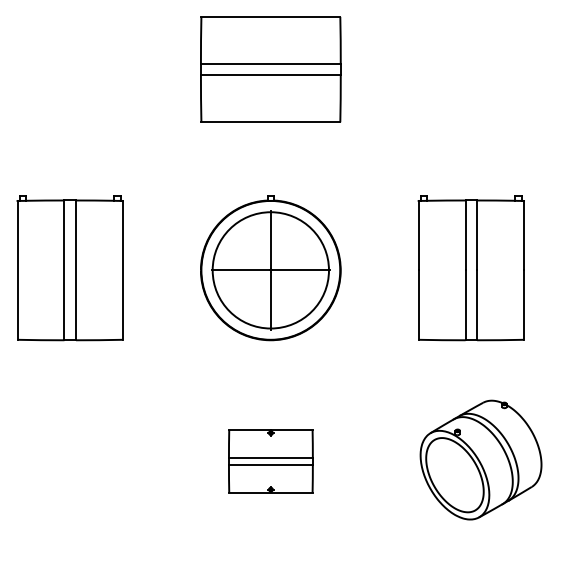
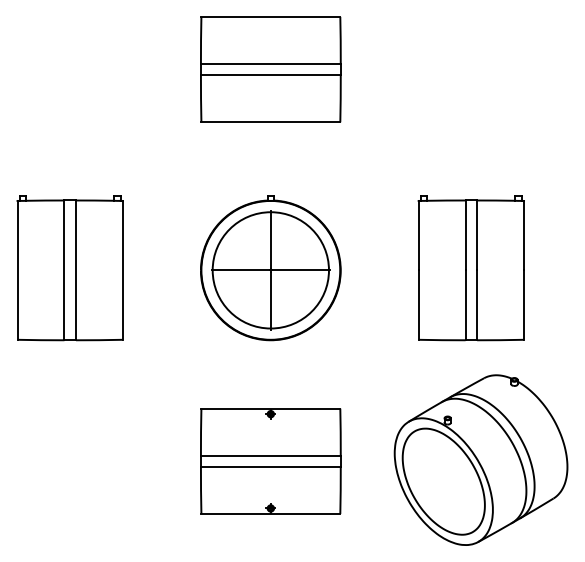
part at (480, 459) size: 124x122 px -> 176x172 px
part at (270, 461) size: 86x65 px -> 142x107 px
